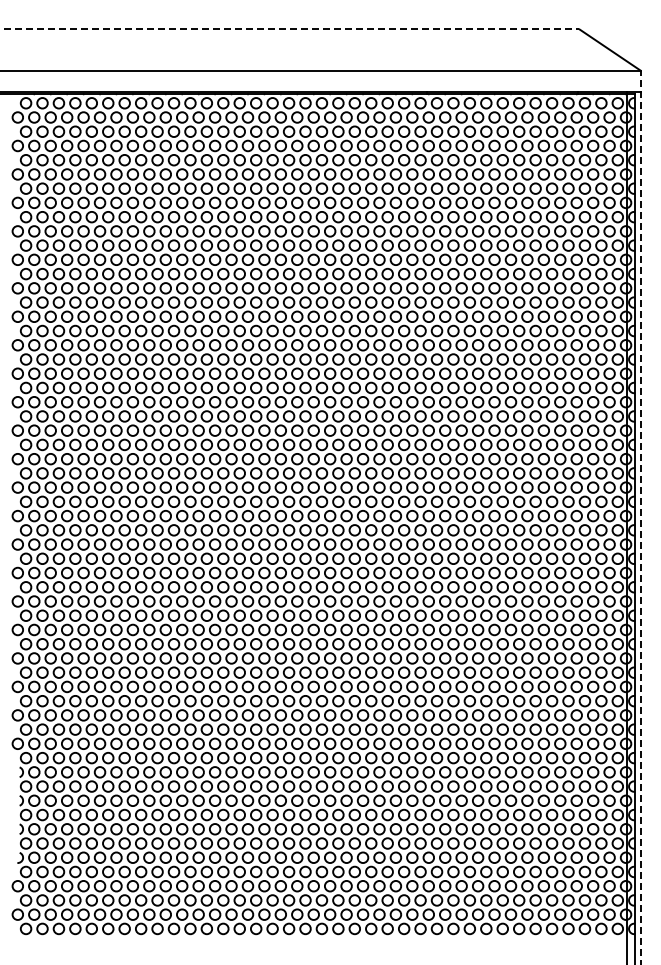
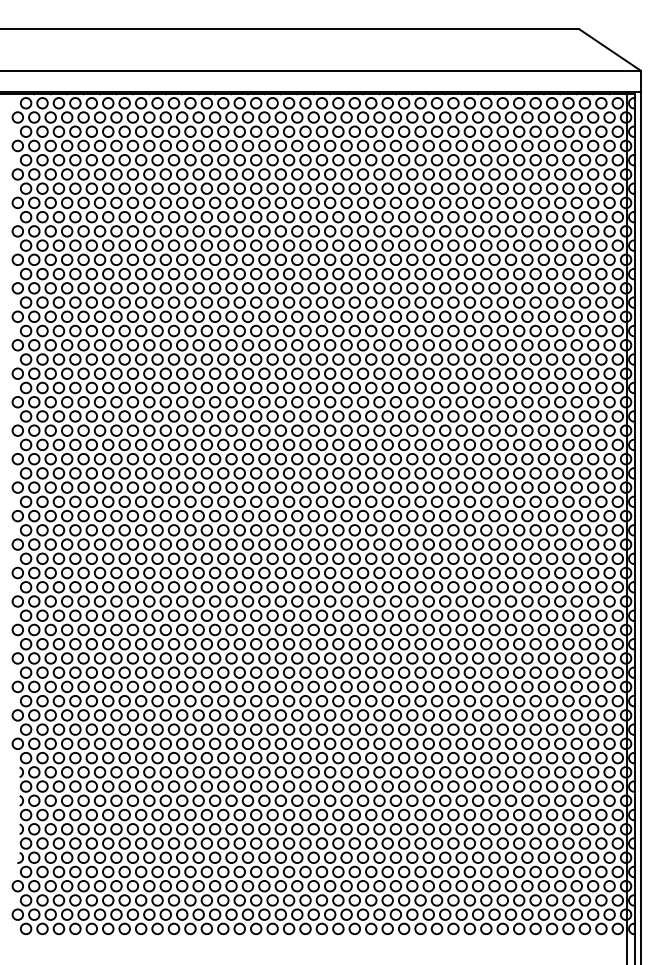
line at (289, 28): dashed -> solid
line at (641, 517): dashed -> solid
